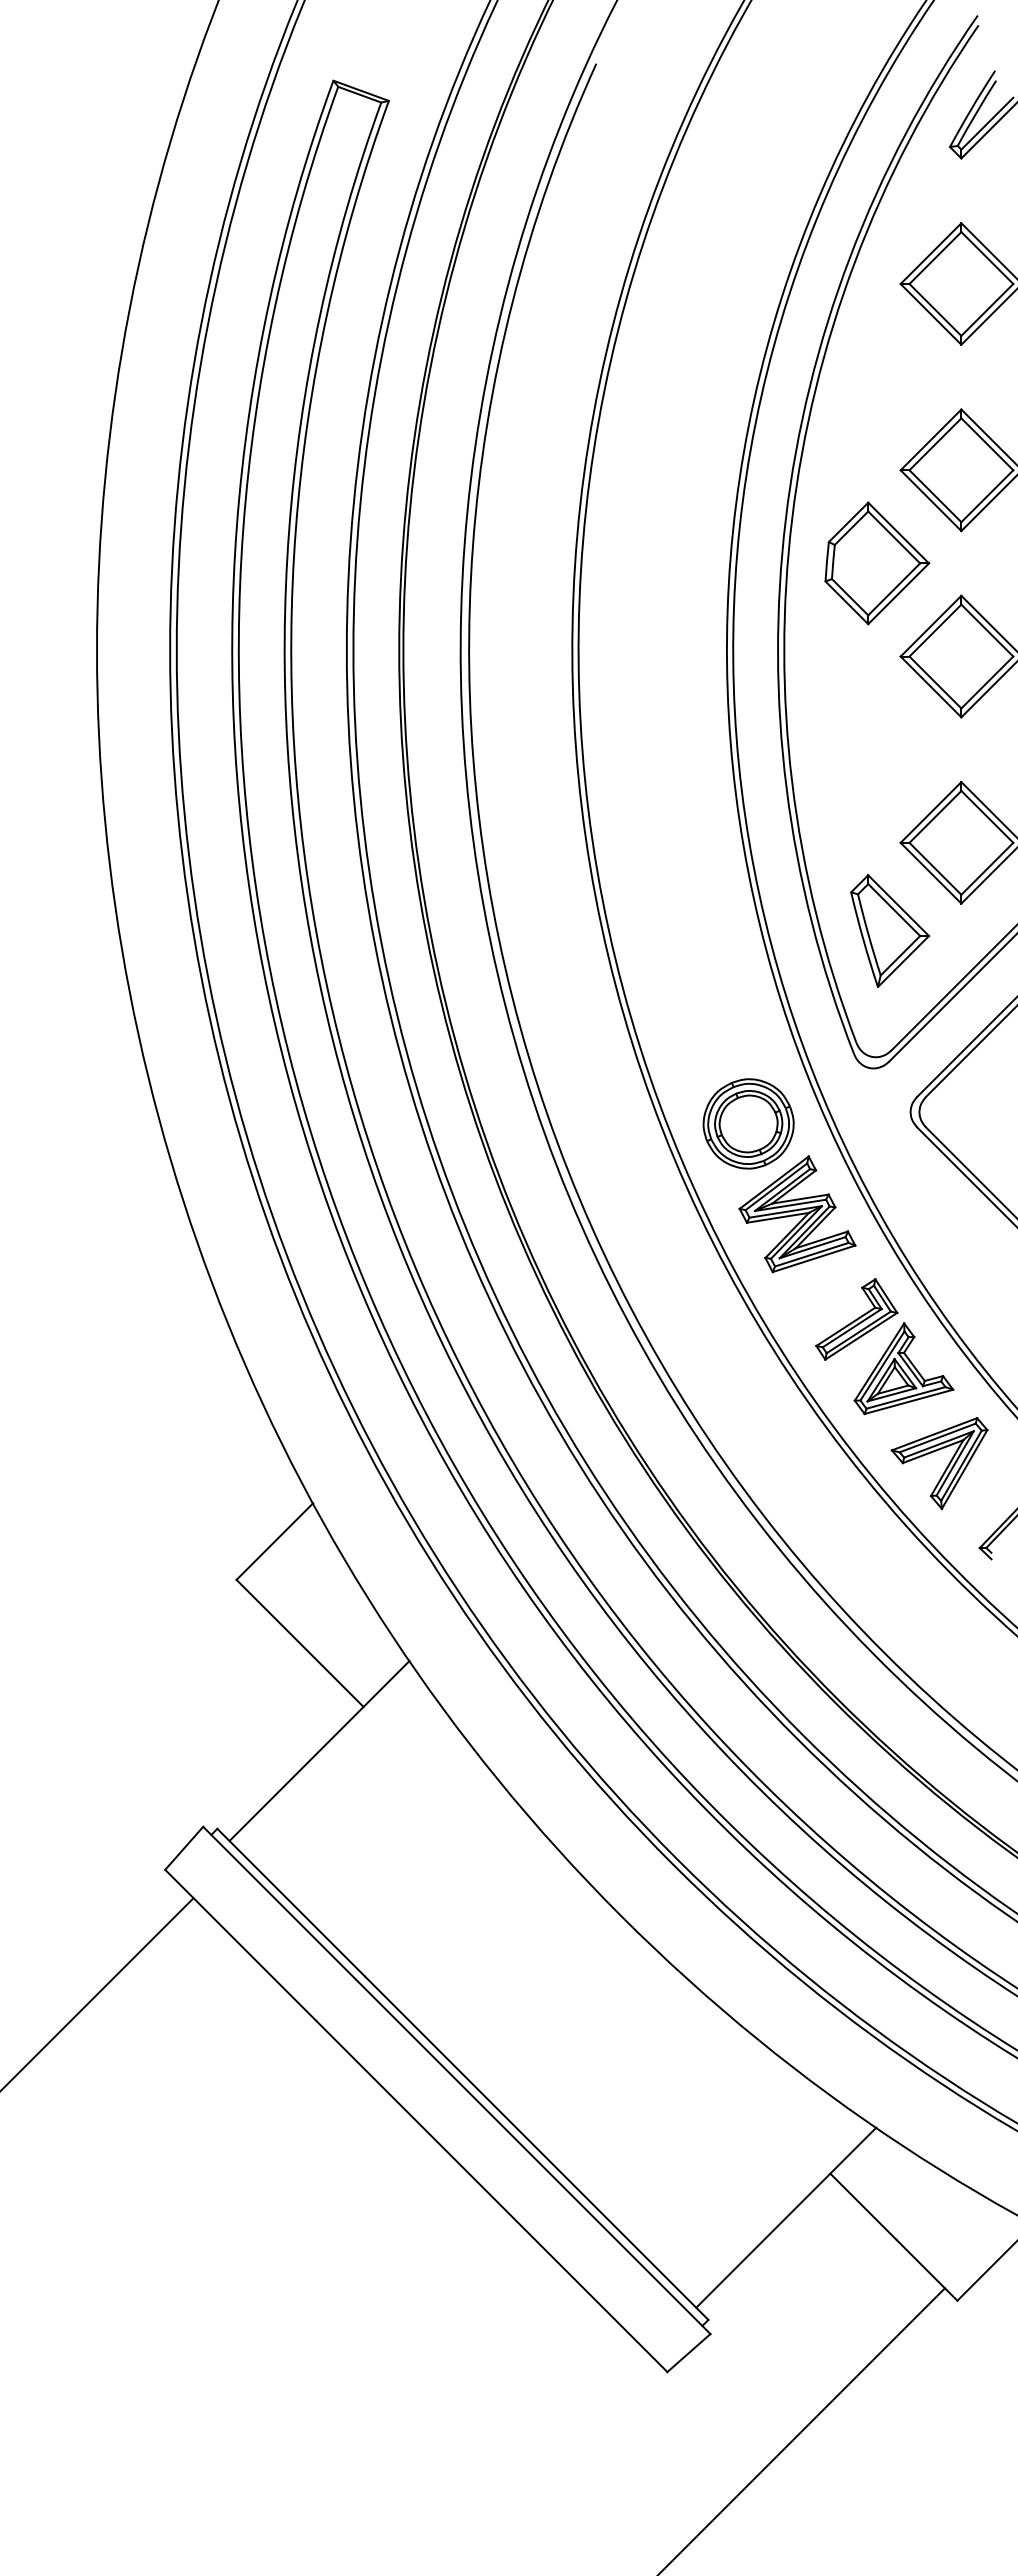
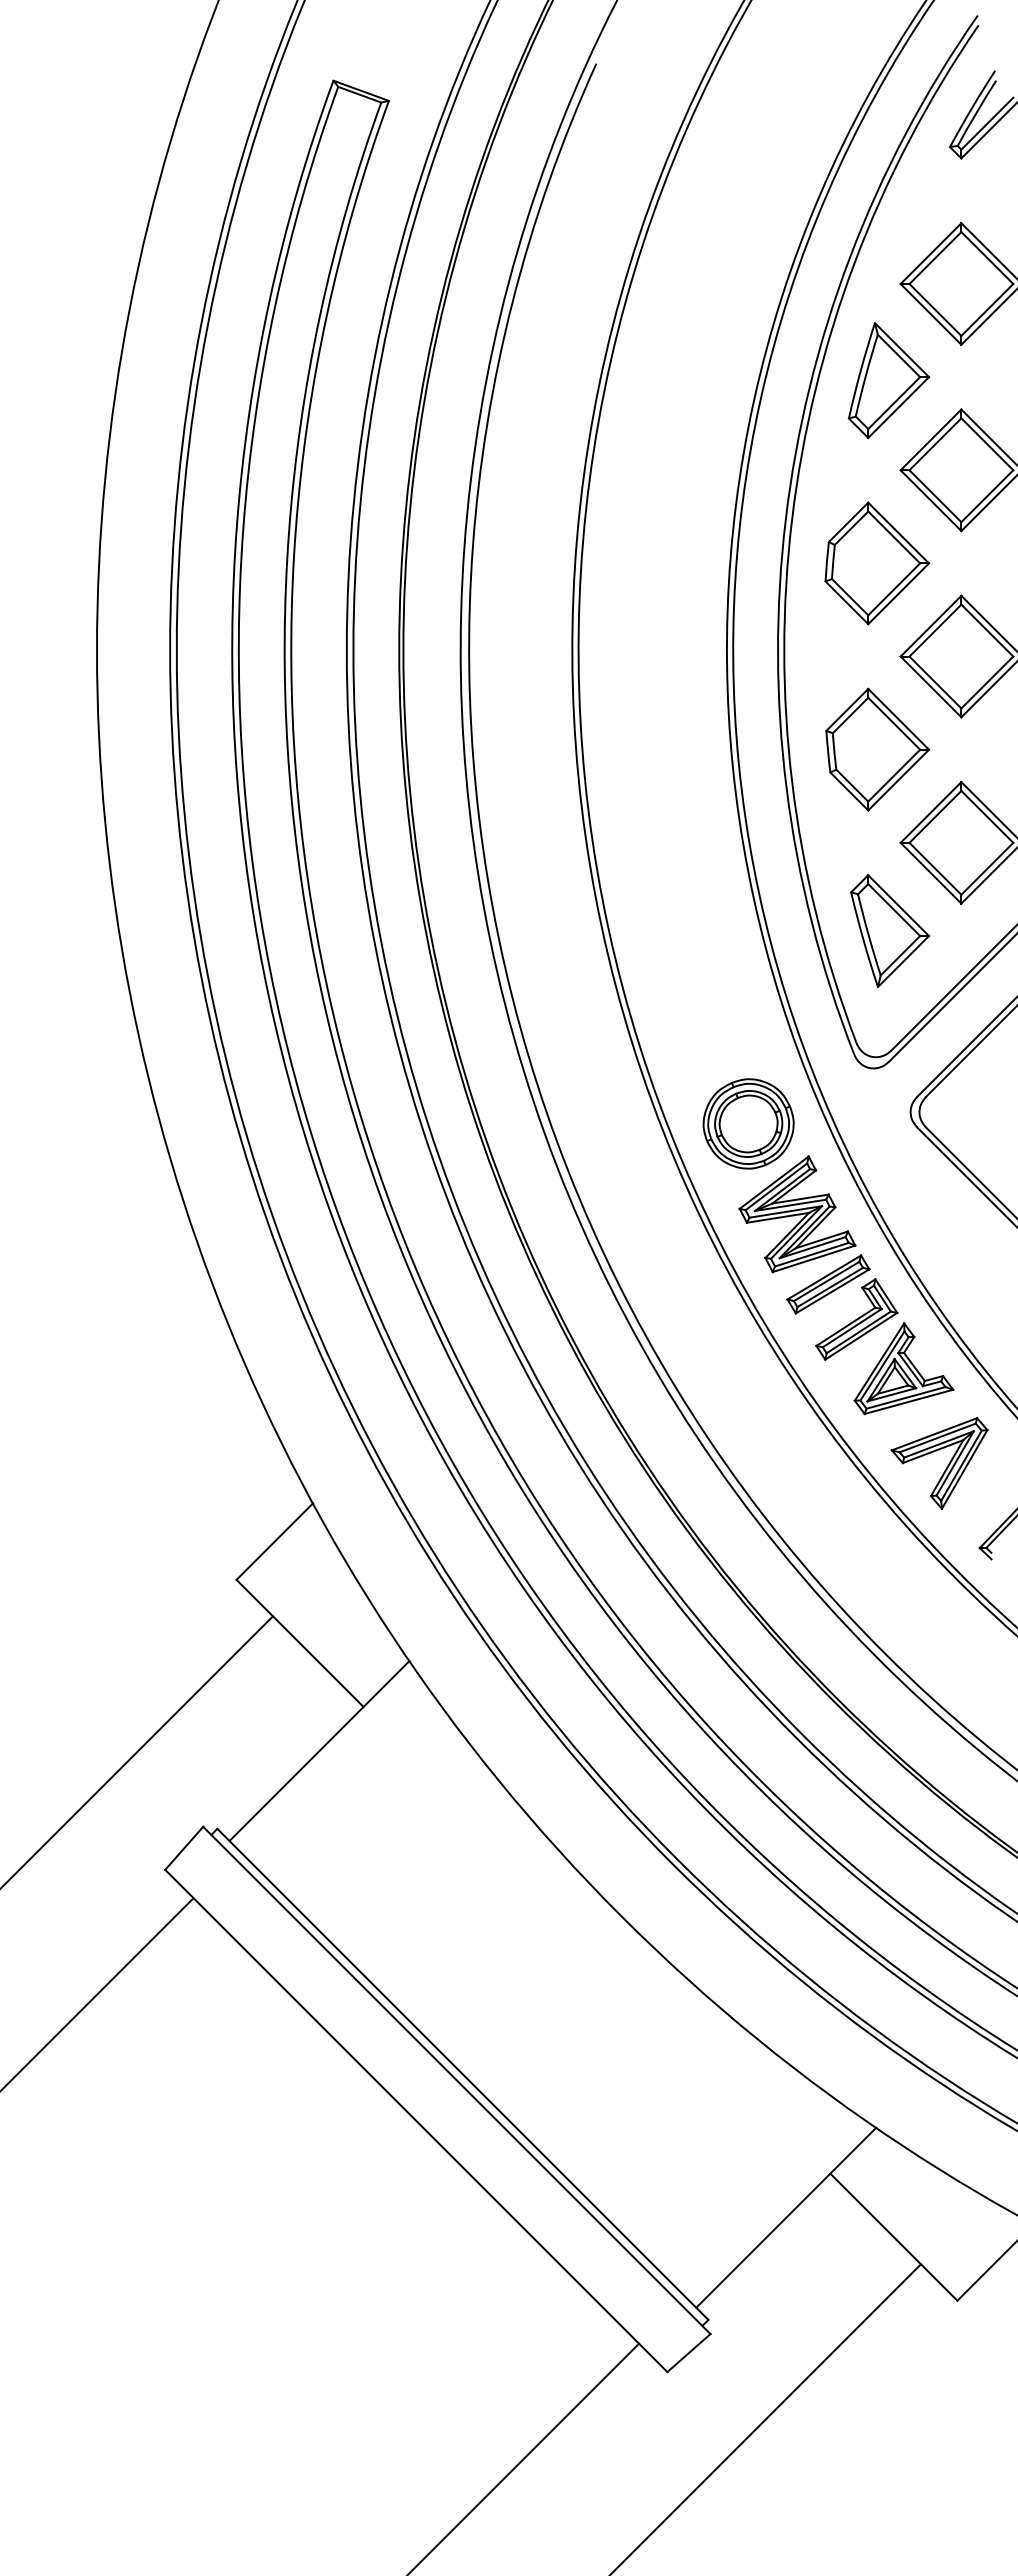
part at (888, 380): none -> present
part at (877, 749): none -> present
part at (828, 1284): none -> present
line at (137, 1751): none -> present
line at (802, 2430) position: (802, 2430) -> (766, 2418)
line at (524, 2457): none -> present
